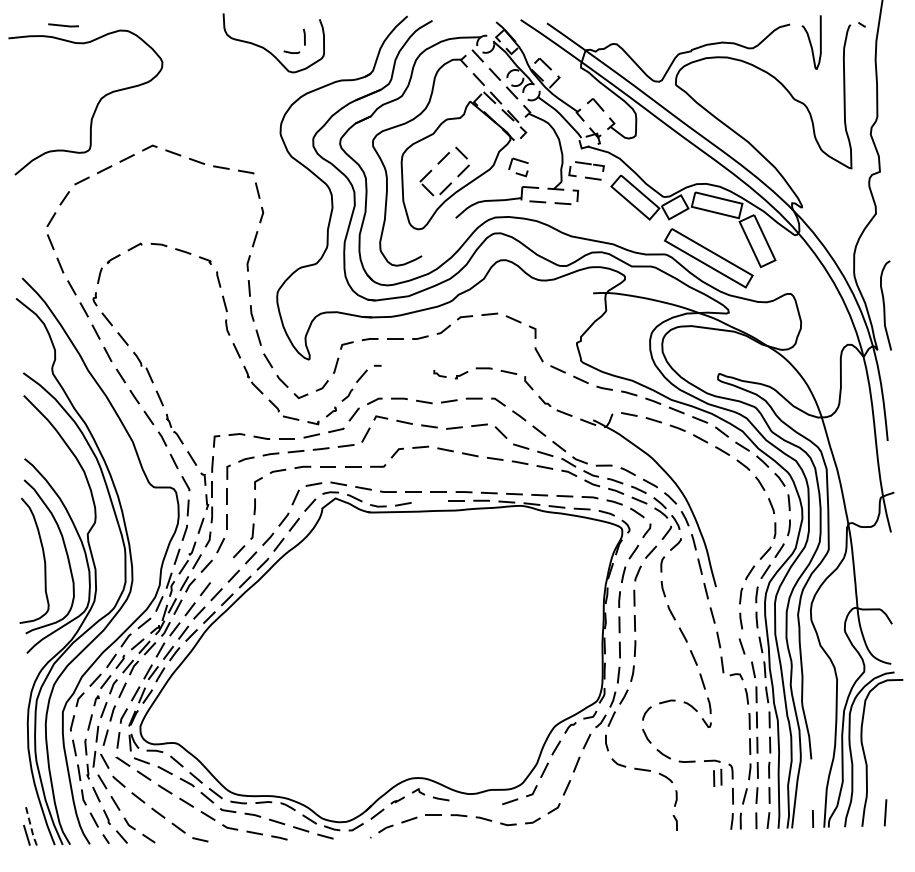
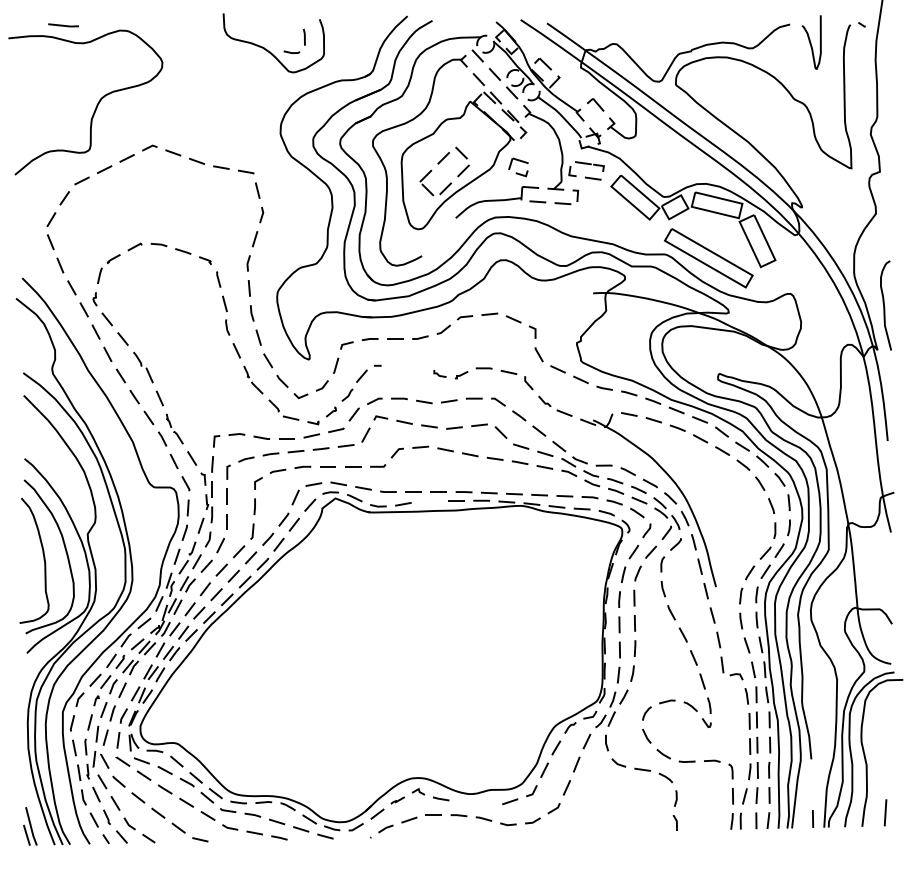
line at (221, 569): none -> present
line at (741, 646) position: (741, 646) -> (746, 645)
part at (717, 777): present -> none
line at (31, 827): dashed -> solid
